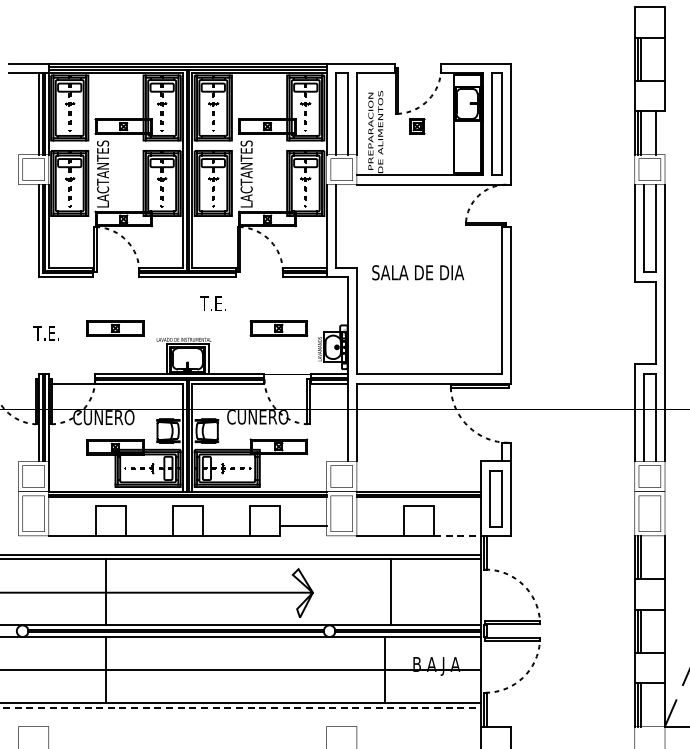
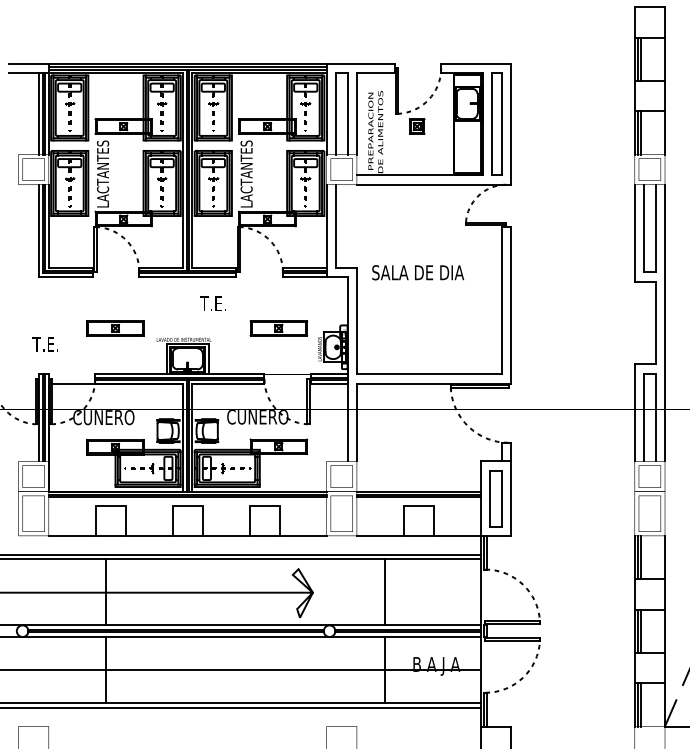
line at (656, 132) position: (656, 132) -> (665, 132)
text at (45, 333) position: (45, 333) -> (44, 344)
line at (302, 525) position: (302, 525) -> (302, 535)
line at (457, 535): dashed -> solid
line at (391, 592) position: (391, 592) -> (385, 592)
line at (240, 707): dashed -> solid
